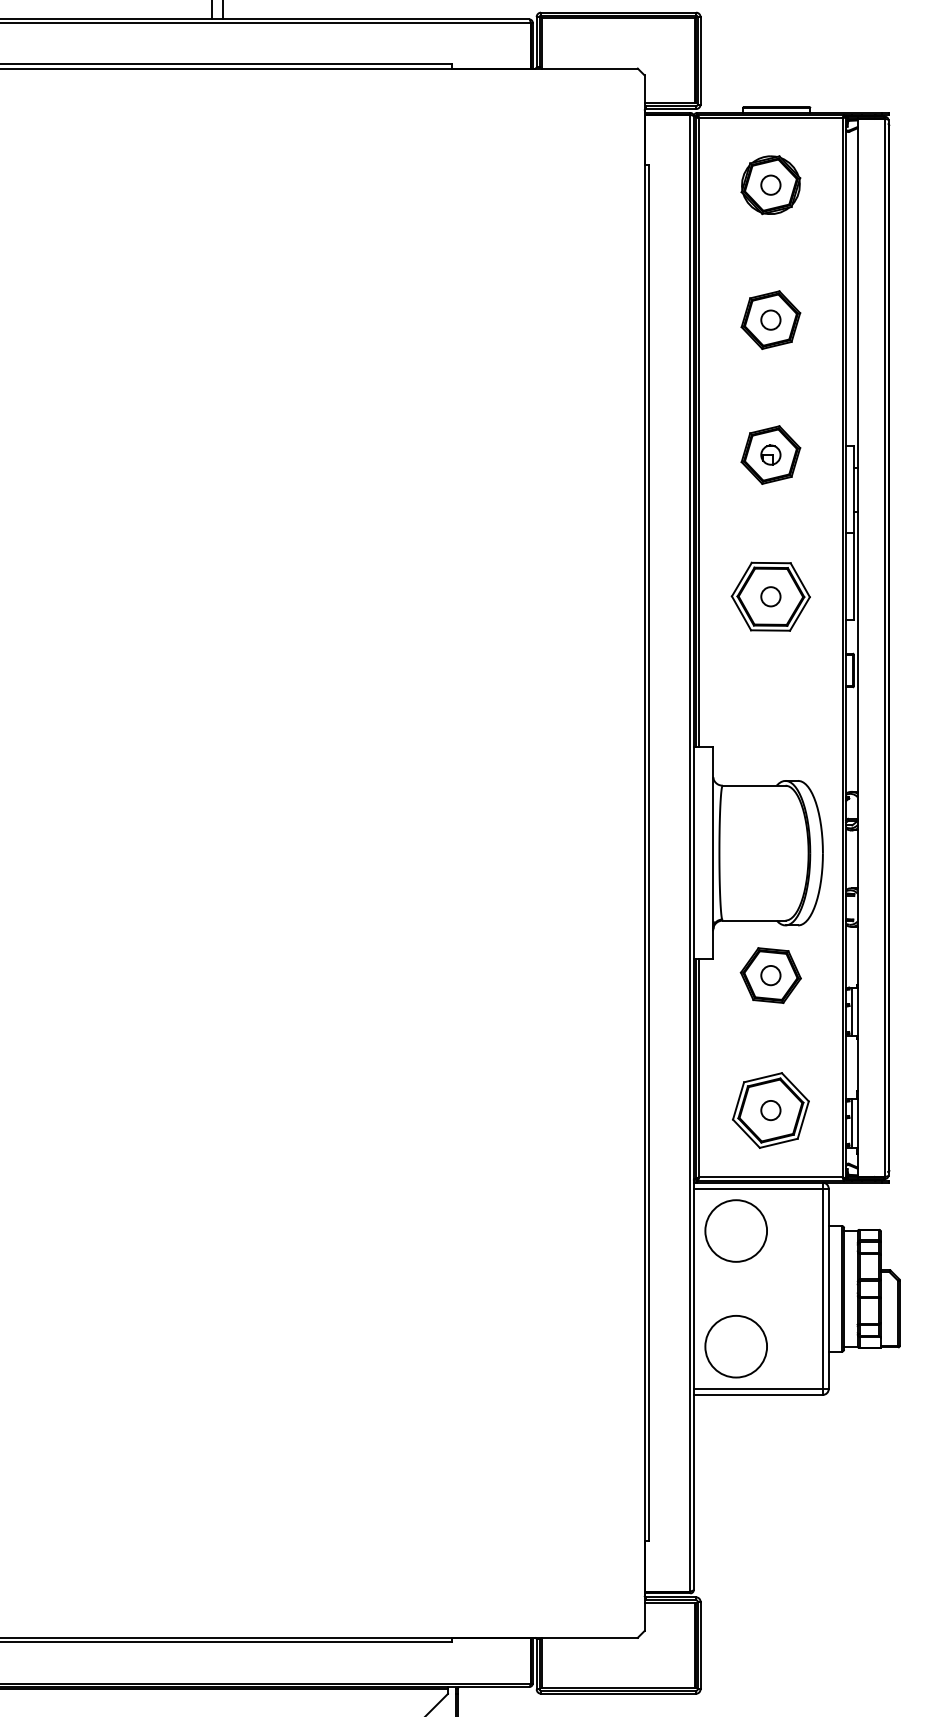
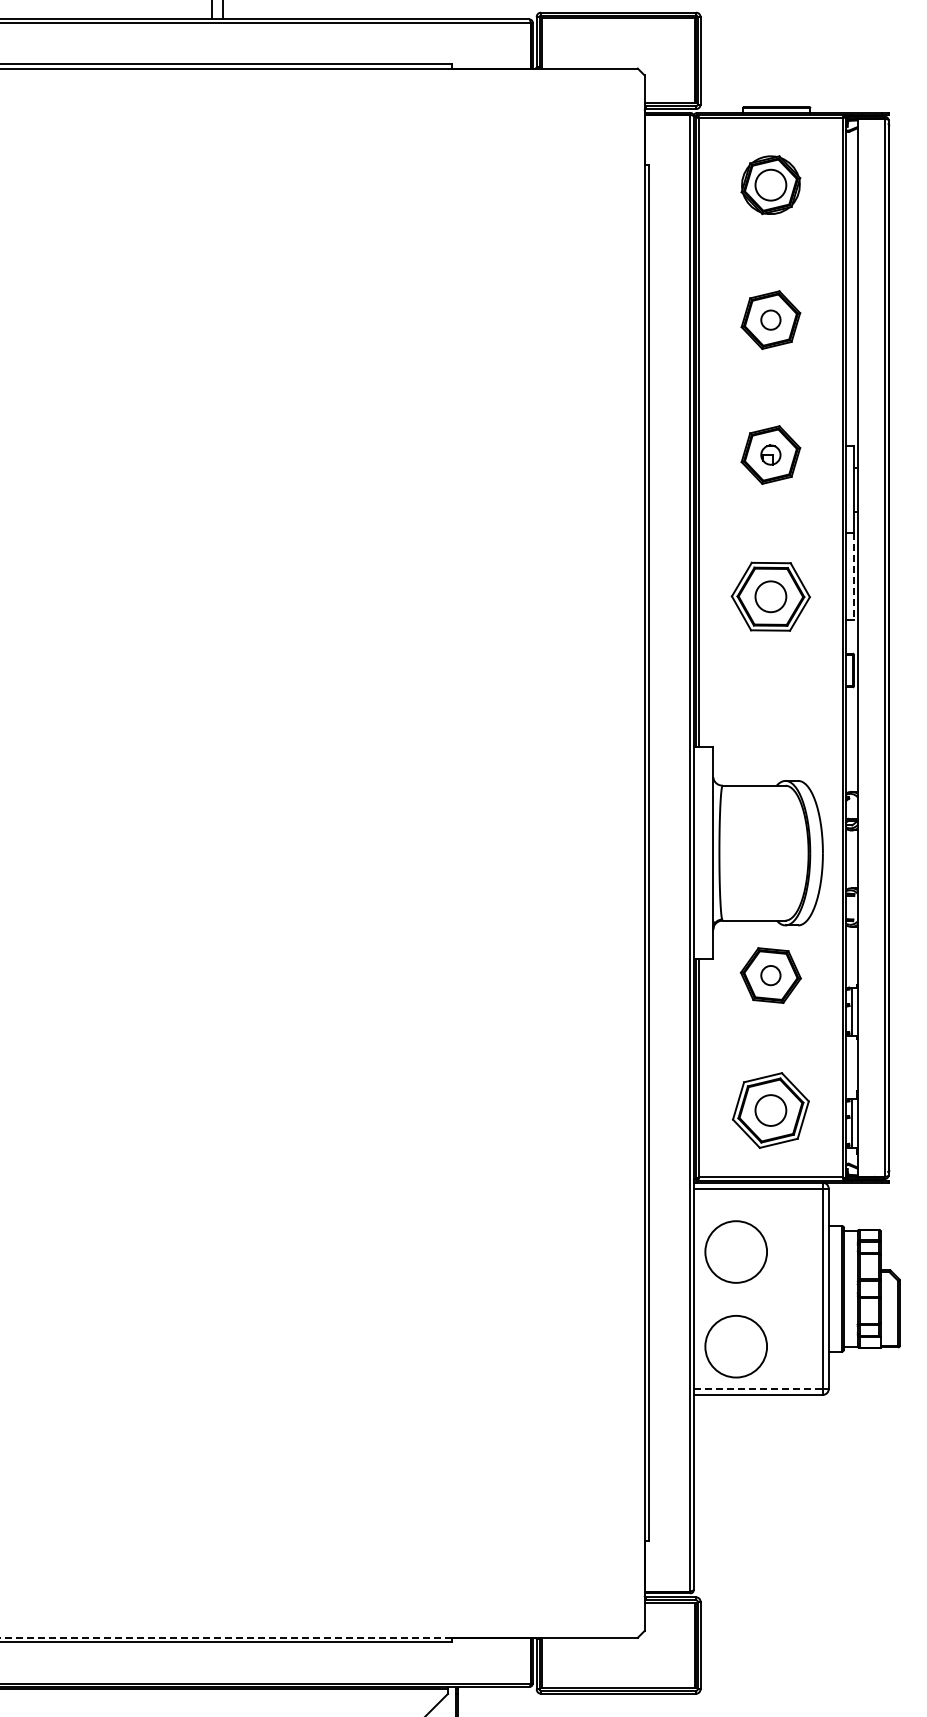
circle at (770, 184) diameter: 19 px -> 31 px
line at (853, 577): solid -> dashed
circle at (770, 596) diameter: 19 px -> 31 px
circle at (770, 1110) diameter: 19 px -> 31 px
circle at (735, 1230) position: (735, 1230) -> (735, 1251)
line at (758, 1389): solid -> dashed
line at (226, 1637): solid -> dashed
